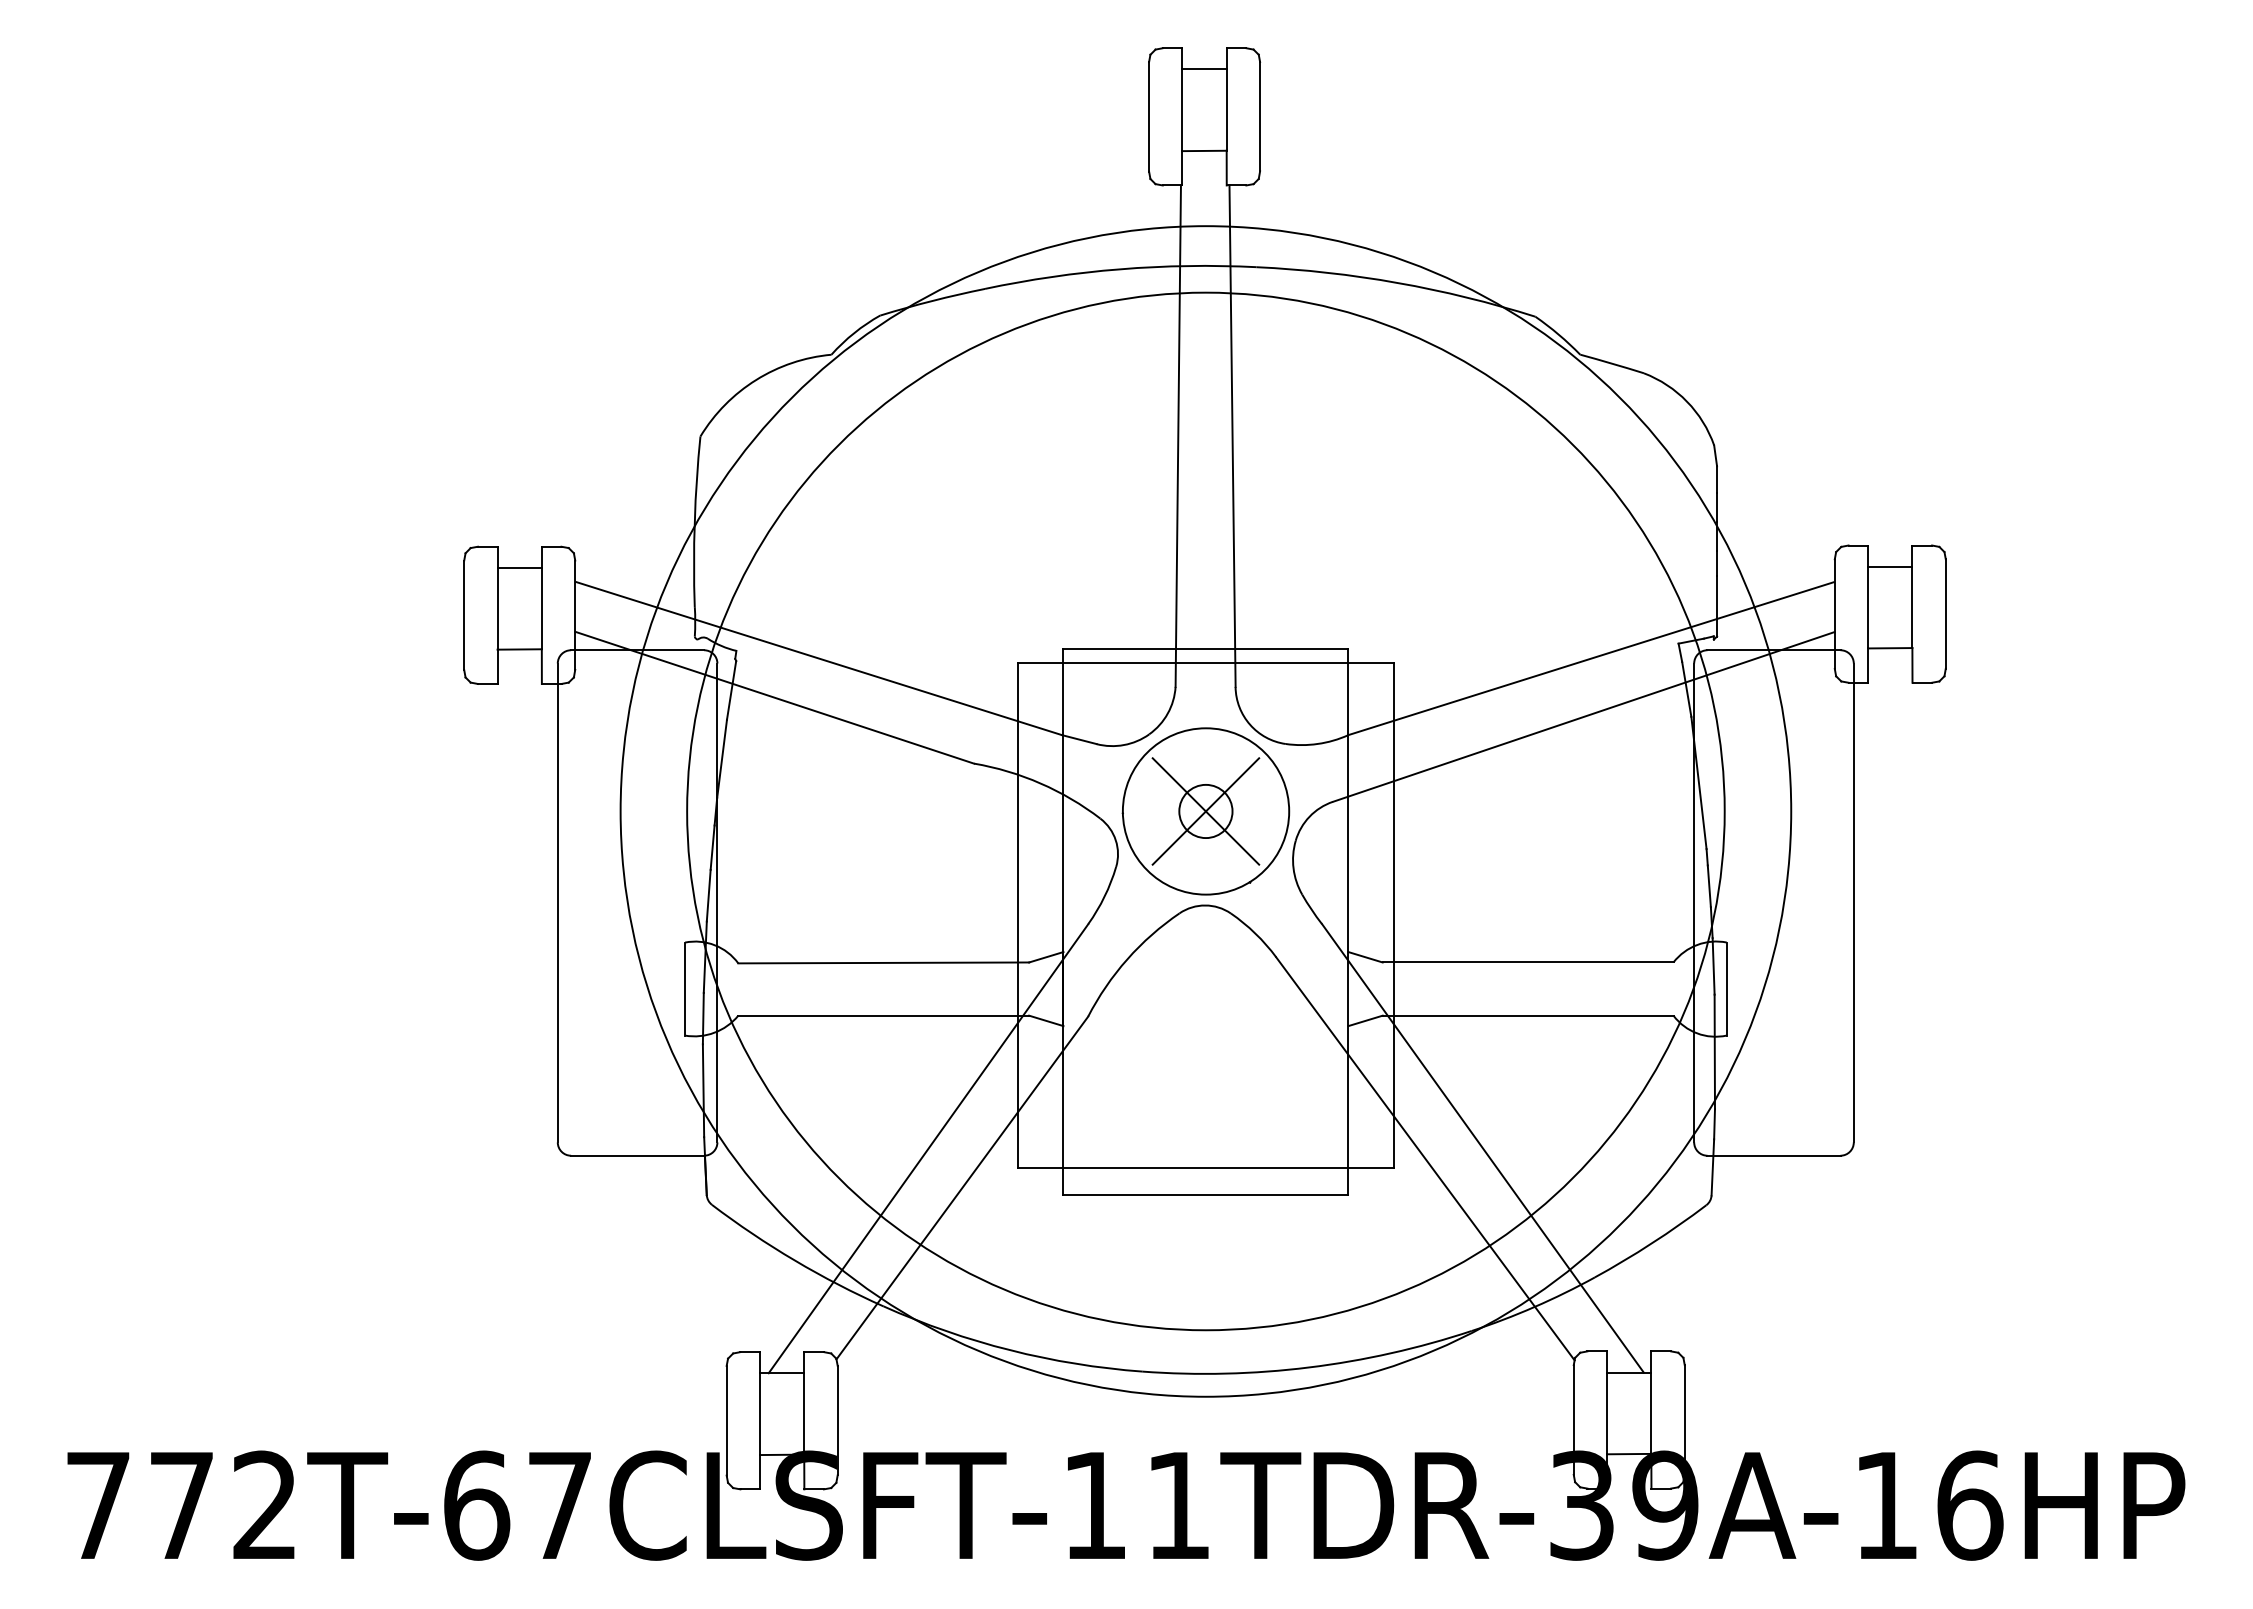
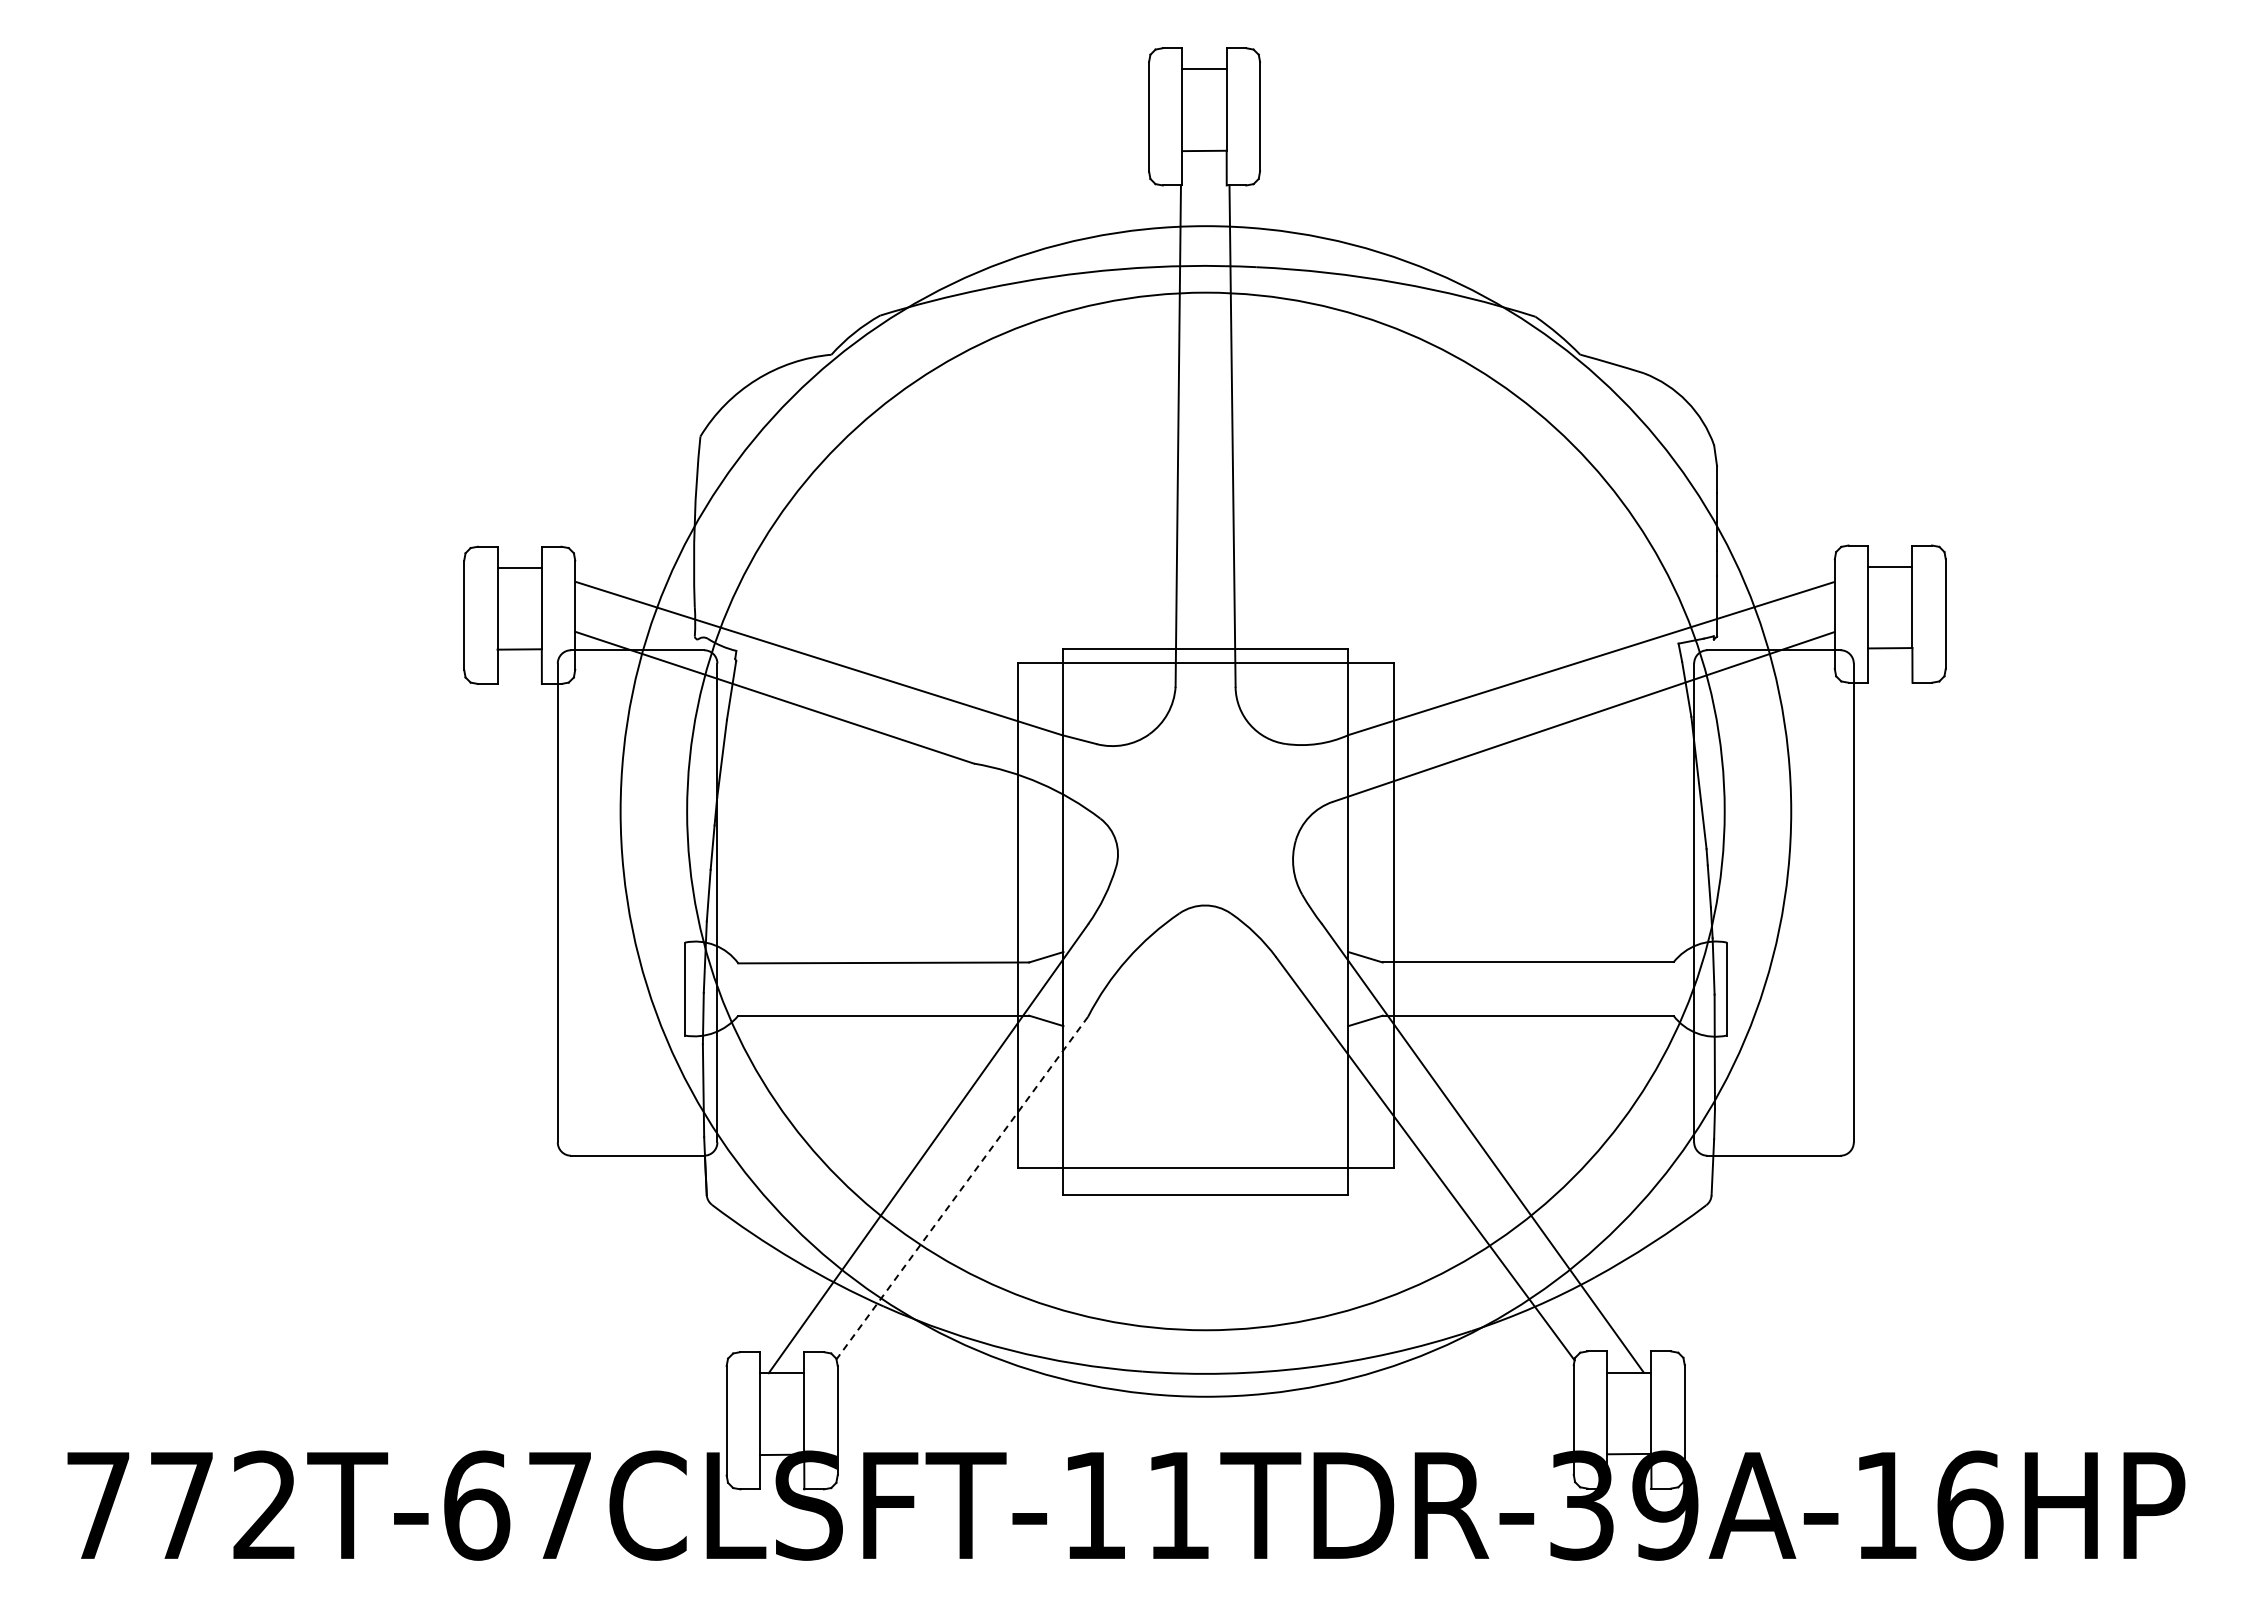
part at (1205, 811): present -> none
line at (962, 1188): solid -> dashed
